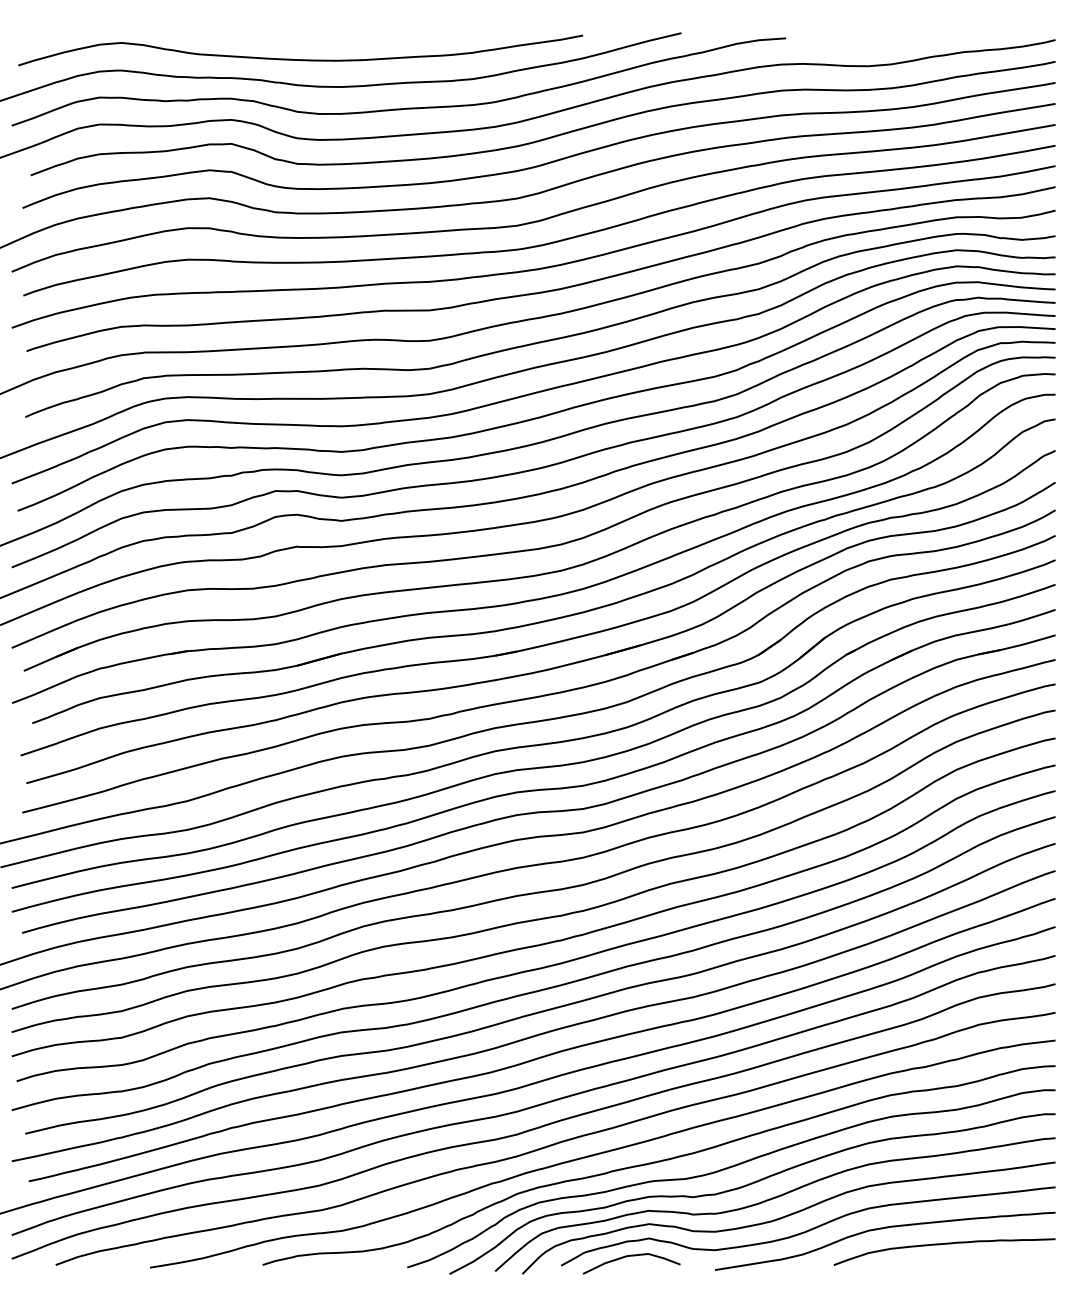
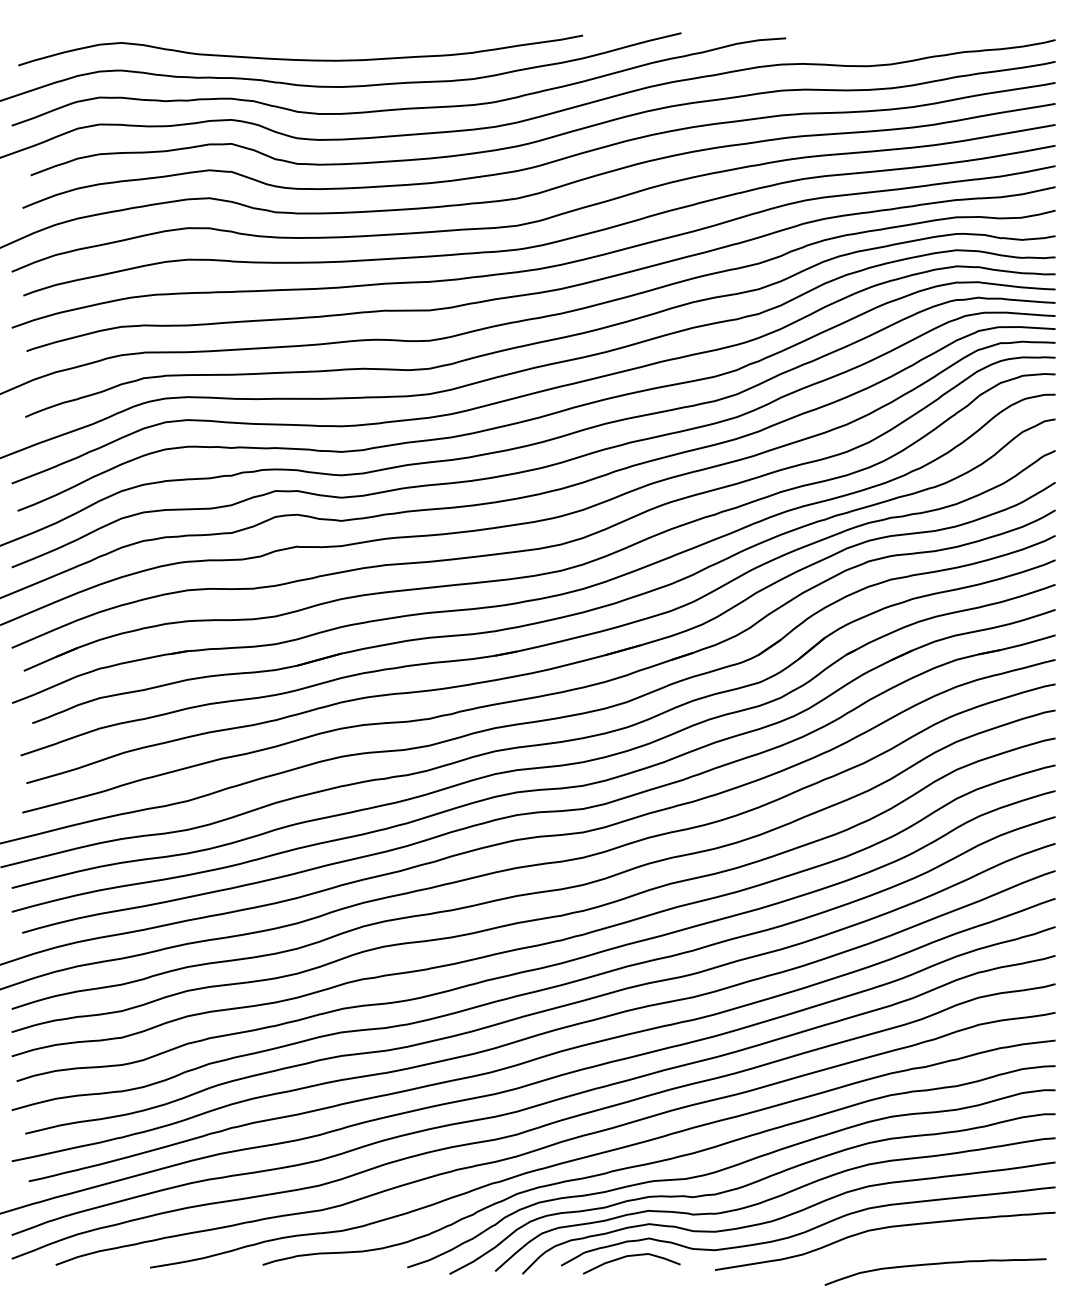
curve at (944, 1244) position: (944, 1244) -> (935, 1264)
